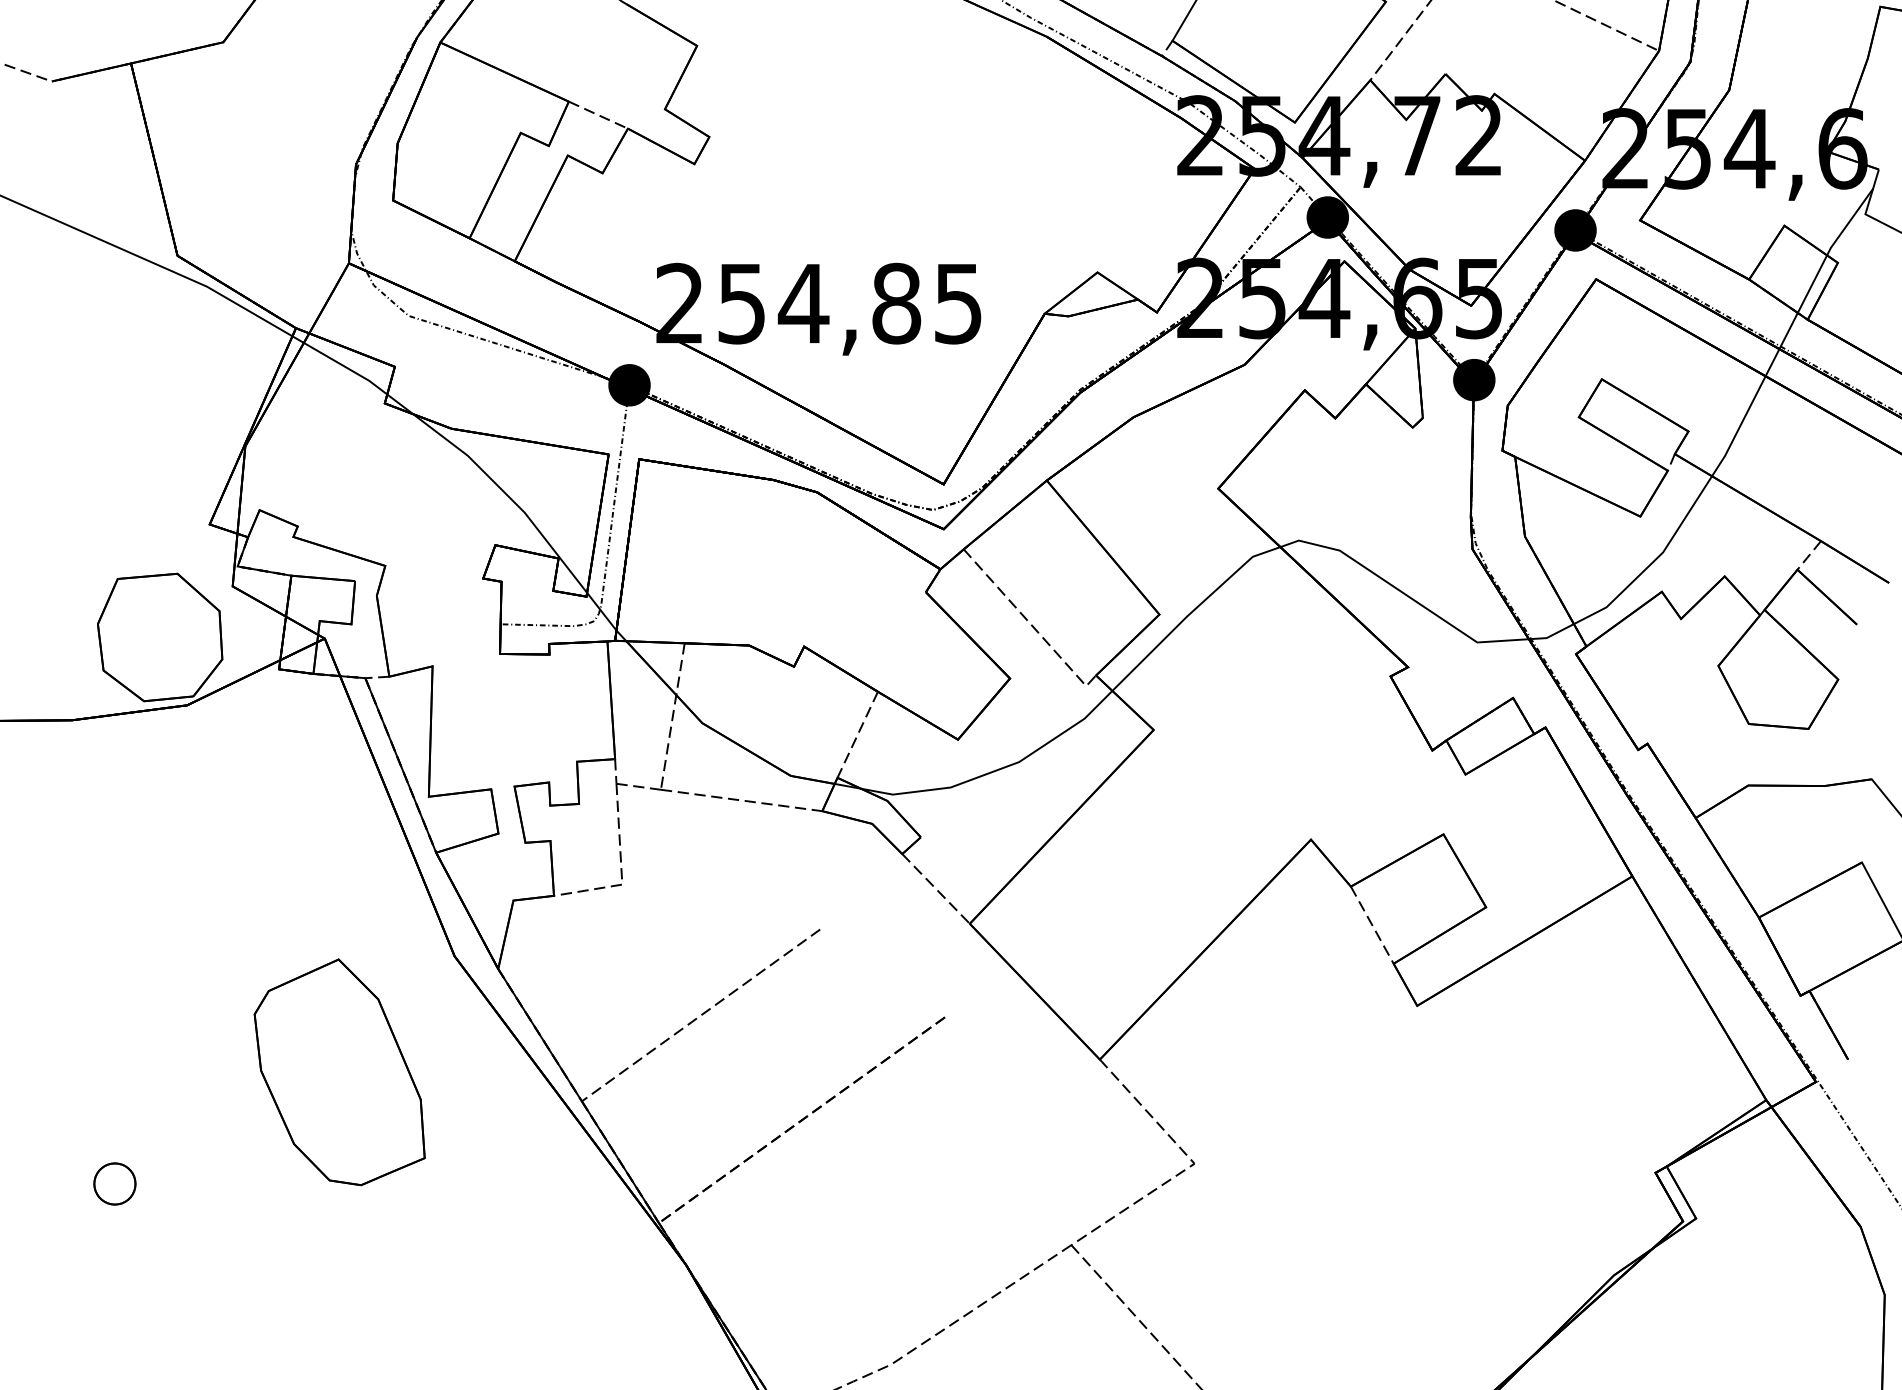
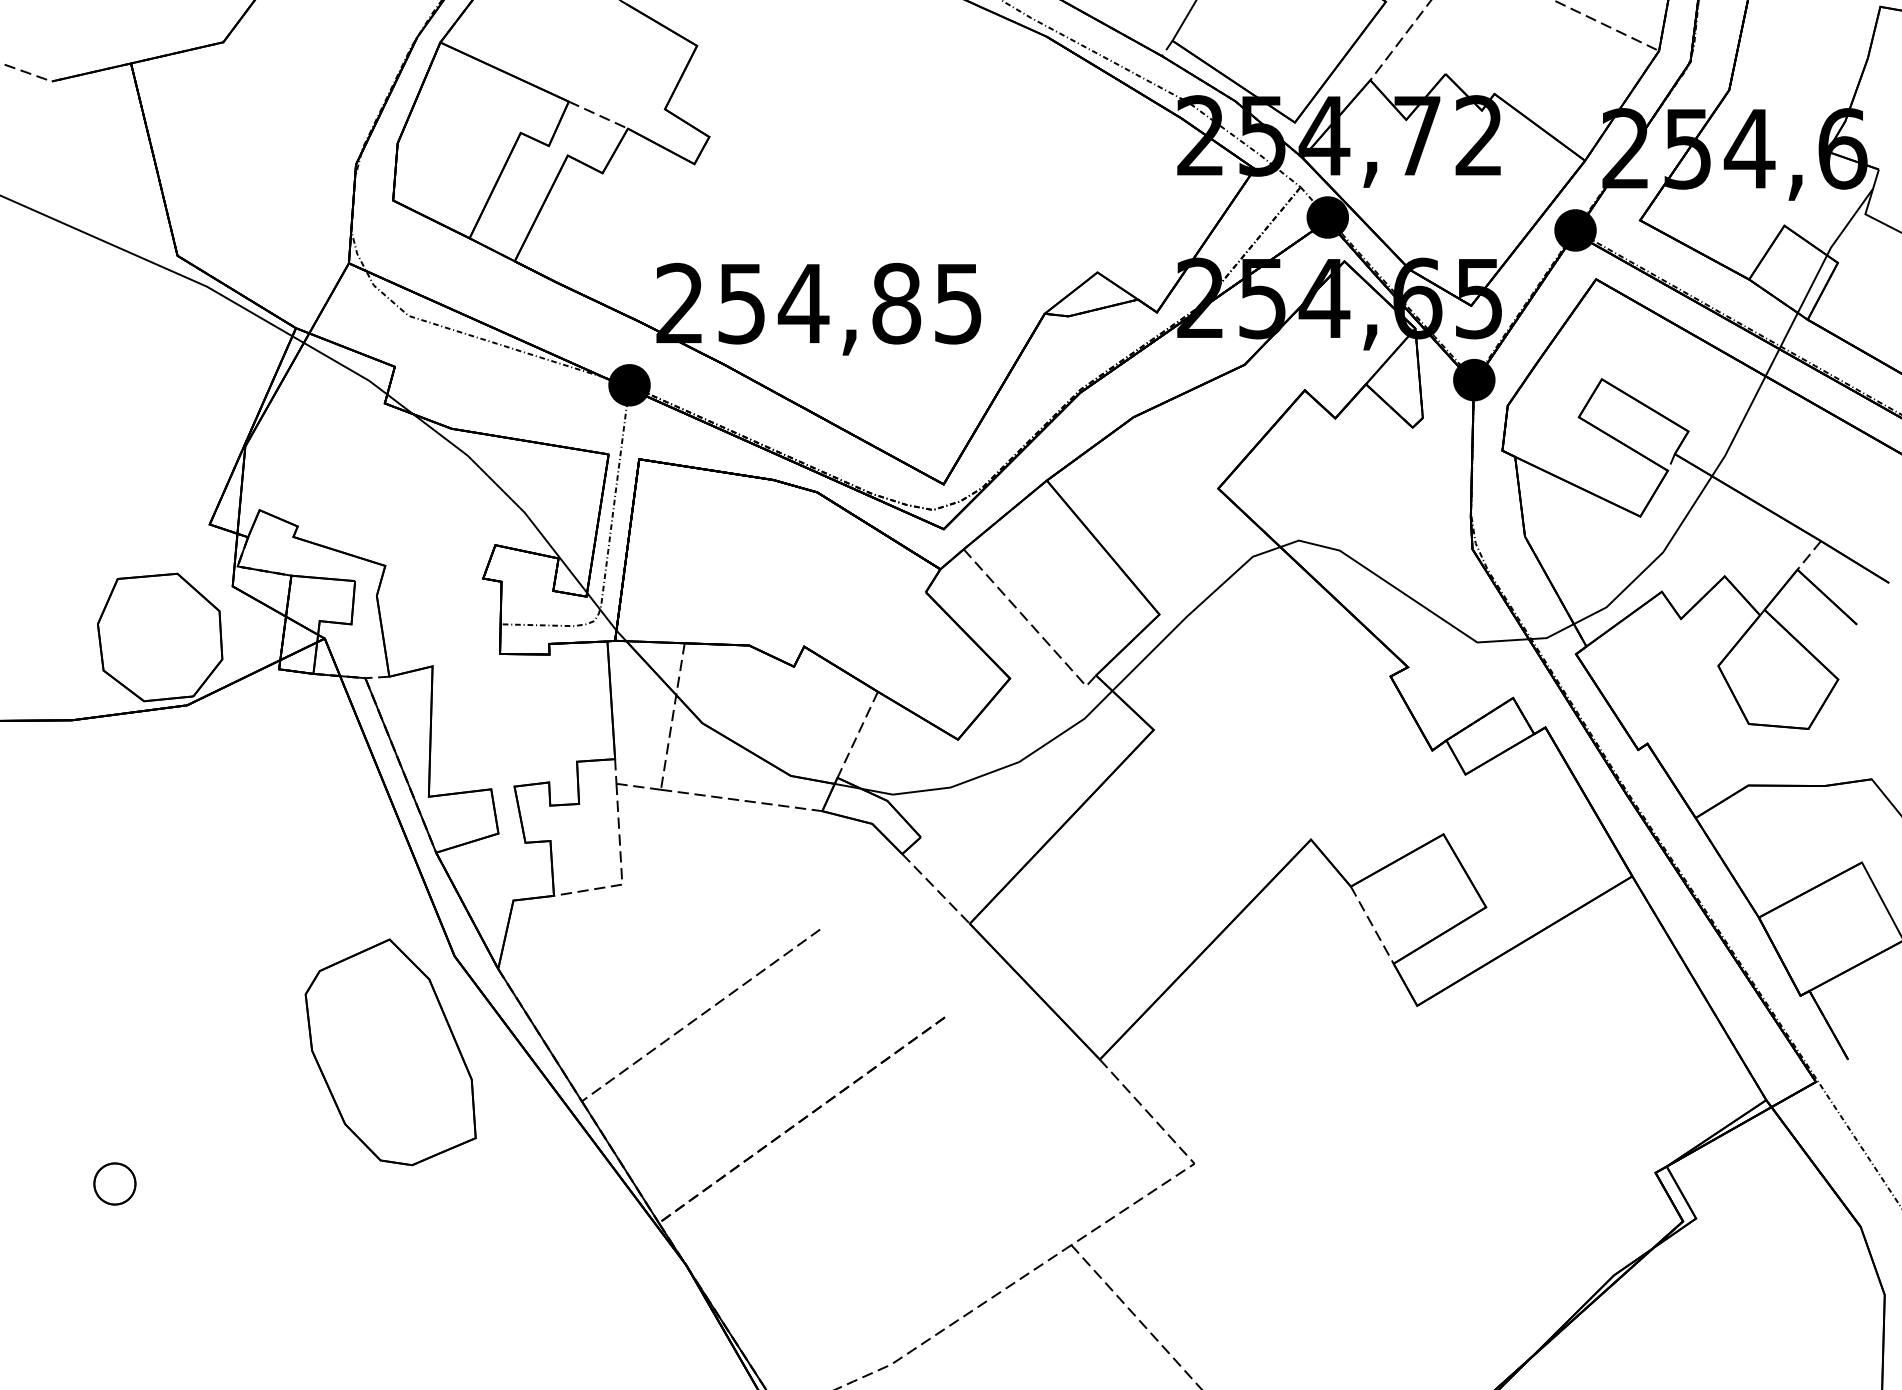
part at (339, 1072) position: (339, 1072) -> (390, 1052)
